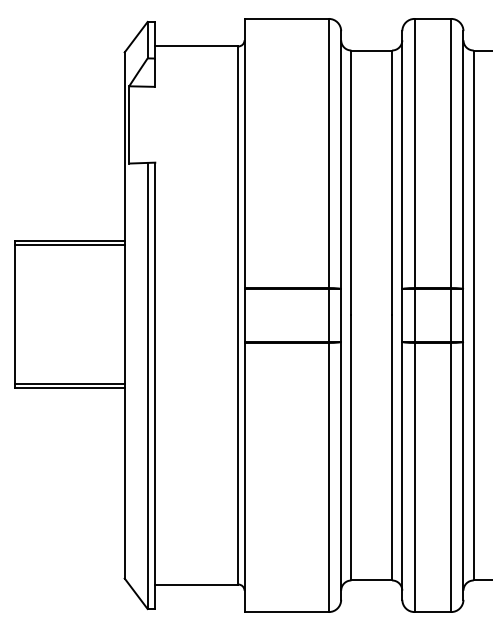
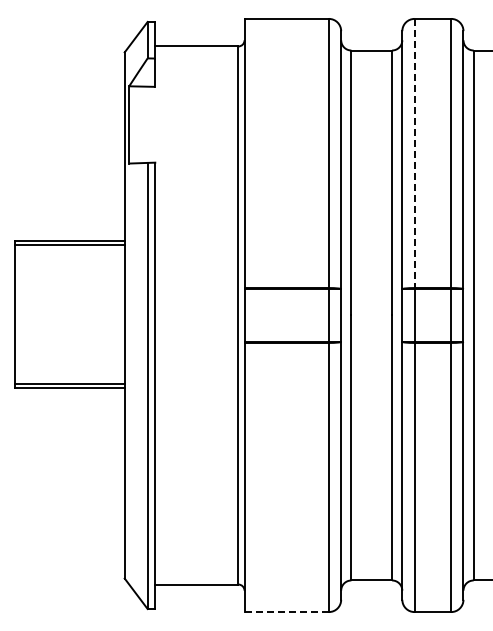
line at (414, 153): solid -> dashed
line at (287, 612): solid -> dashed
